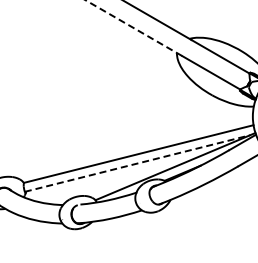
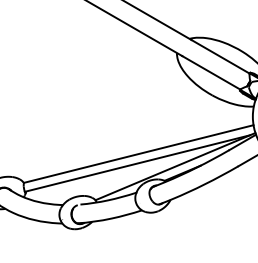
line at (133, 28): dashed -> solid
line at (137, 163): dashed -> solid
